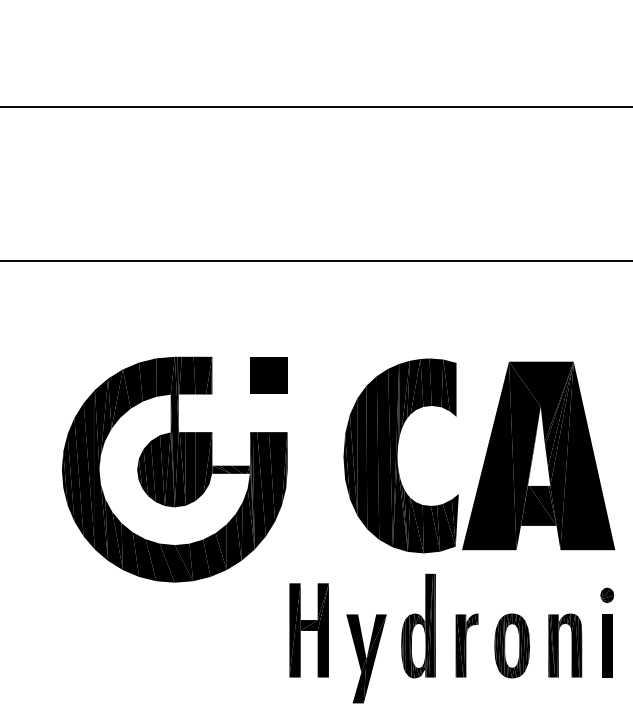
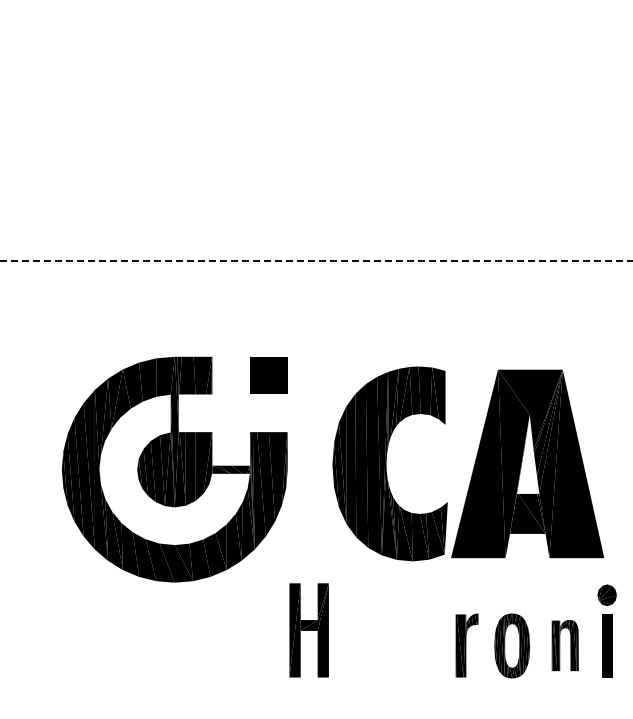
line at (315, 106): present -> none
line at (316, 261): solid -> dashed
part at (479, 455) position: (479, 455) -> (468, 463)
part at (607, 595) size: 15x17 px -> 20x23 px
part at (418, 625): present -> none
part at (565, 645) size: 35x65 px -> 28x52 px
part at (366, 658): present -> none
